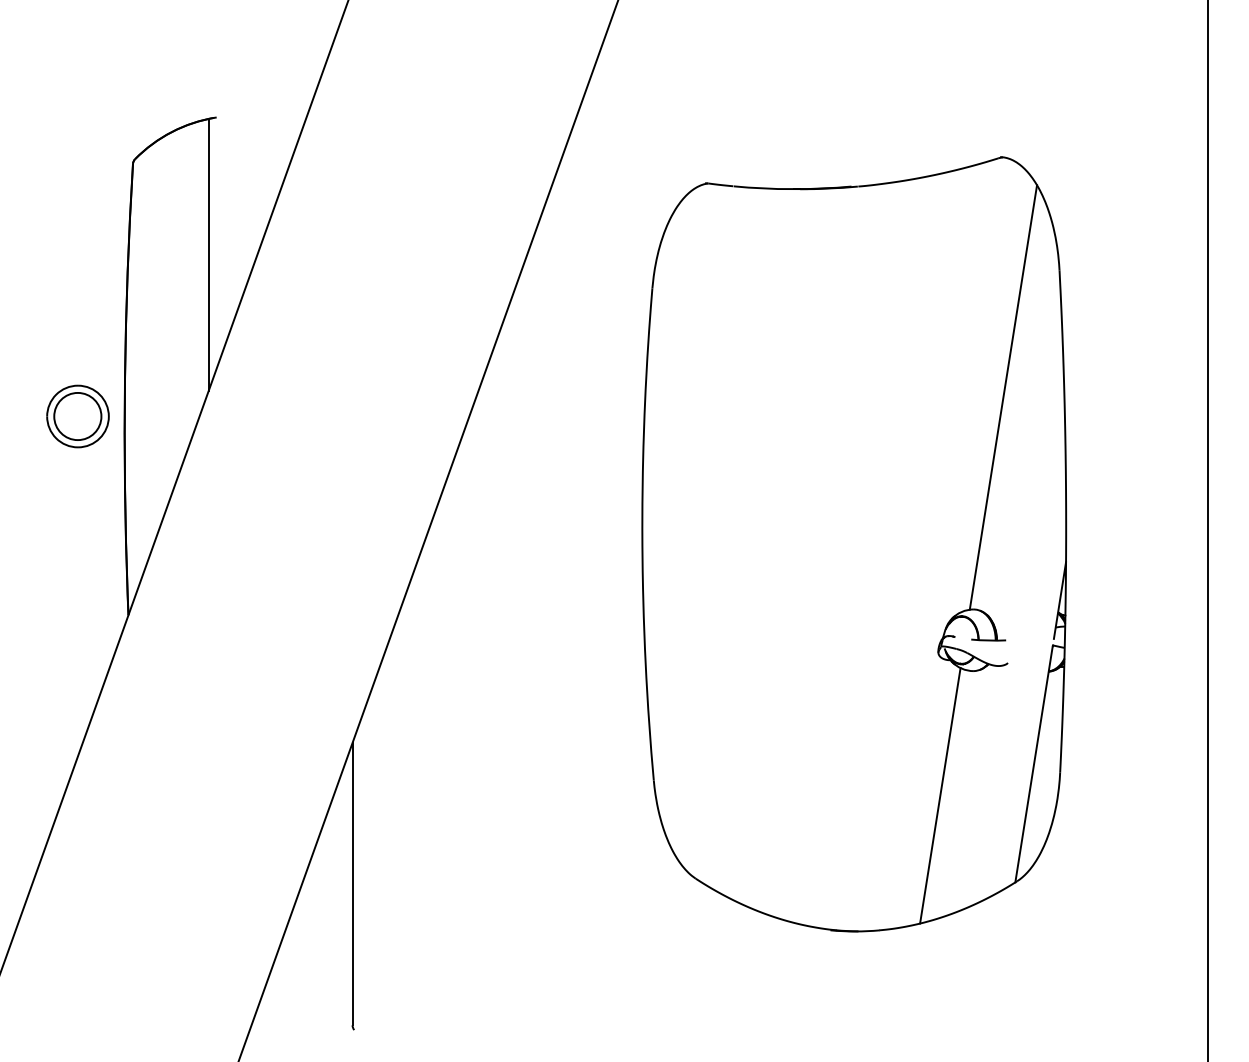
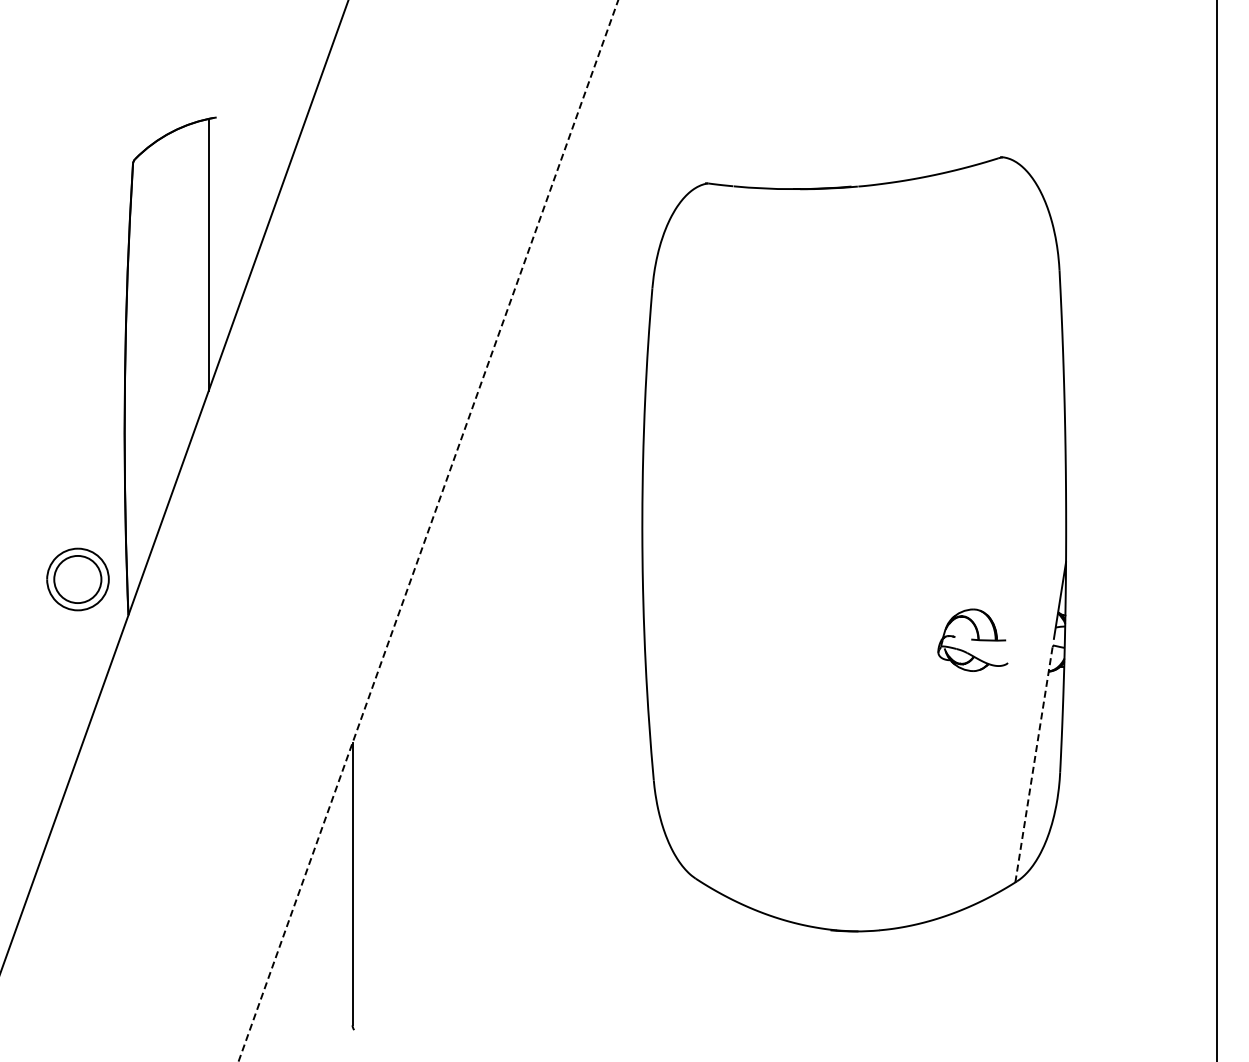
line at (1003, 397): present -> none
part at (77, 416) position: (77, 416) -> (77, 579)
line at (428, 530): solid -> dashed
line at (1207, 530) position: (1207, 530) -> (1216, 530)
line at (1034, 763): solid -> dashed
line at (940, 795): present -> none
